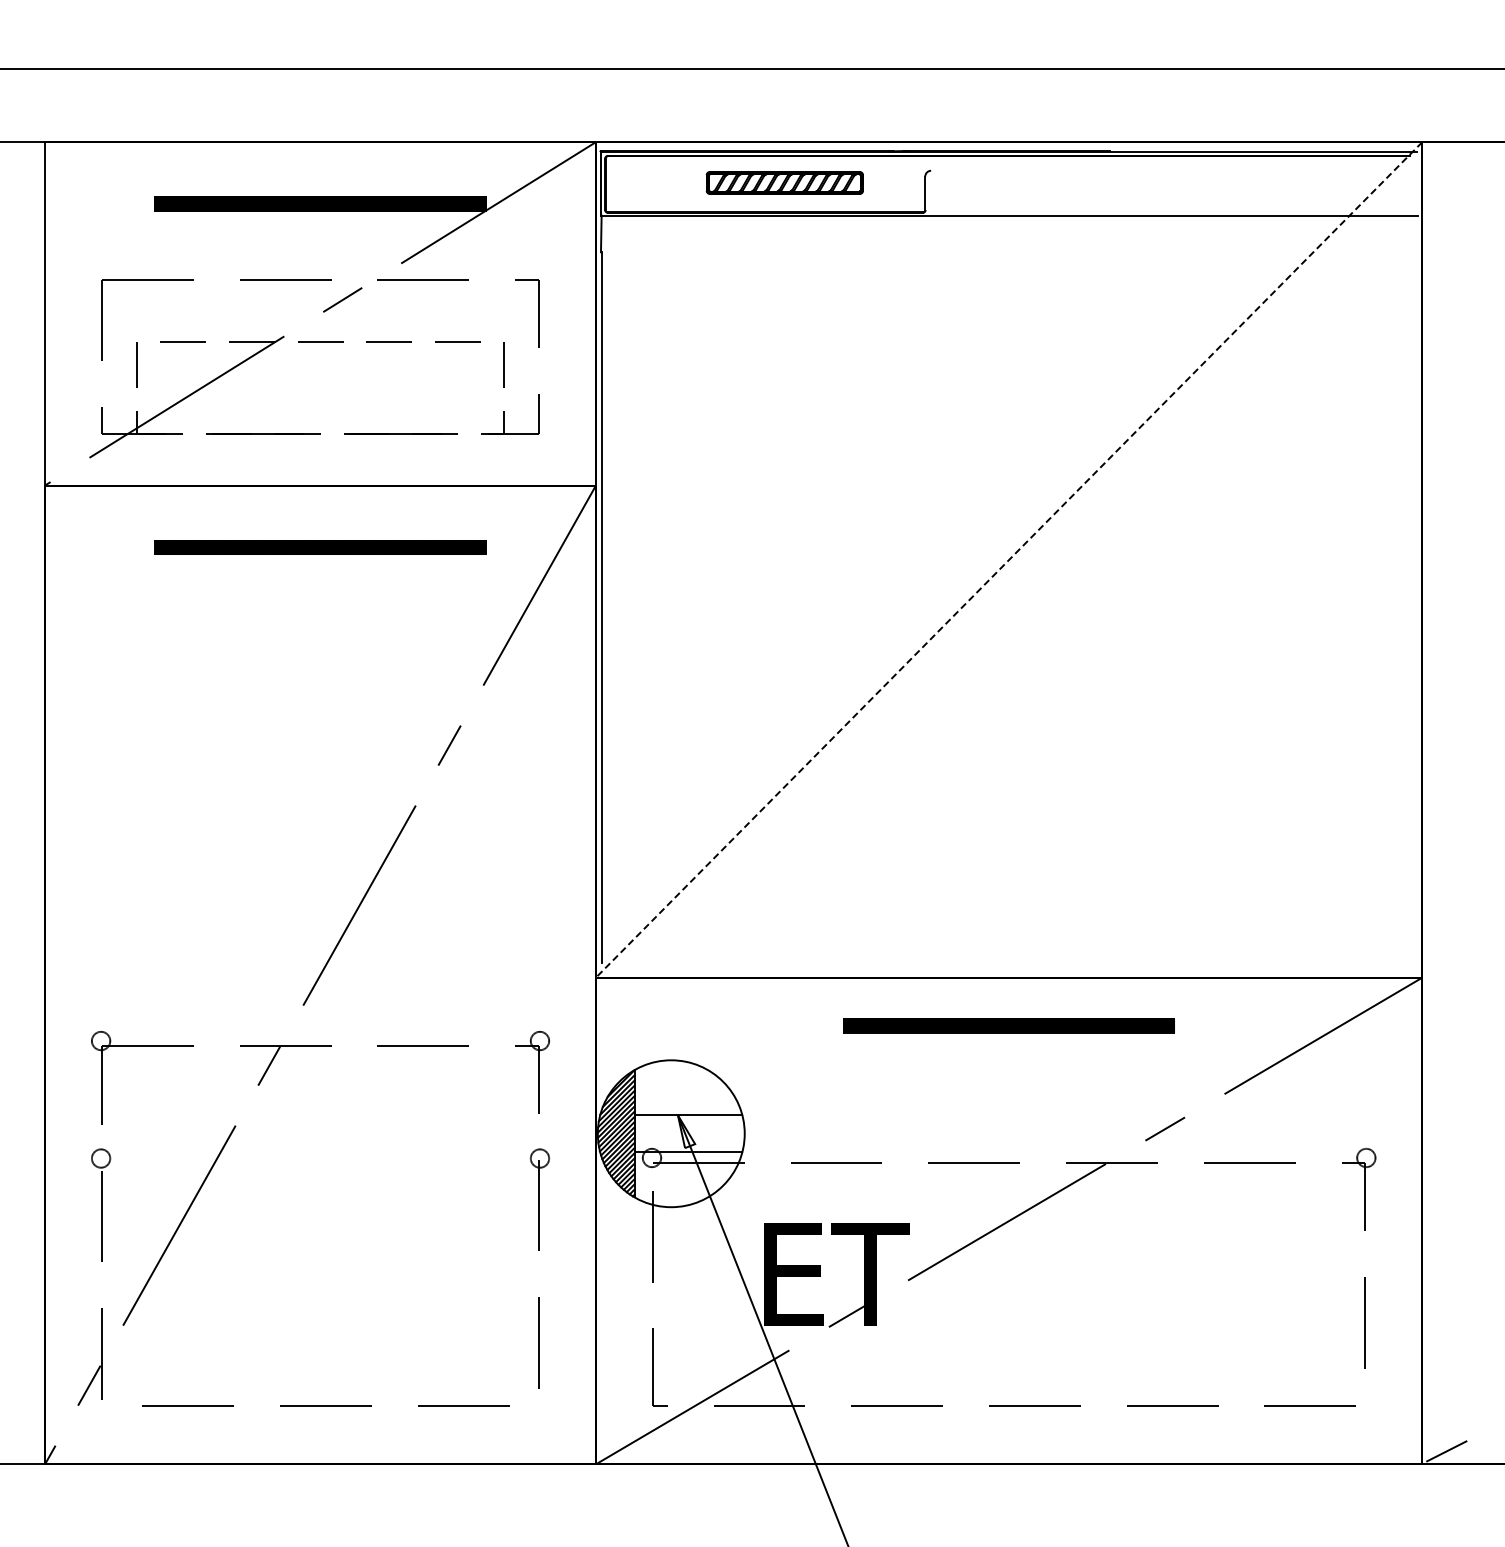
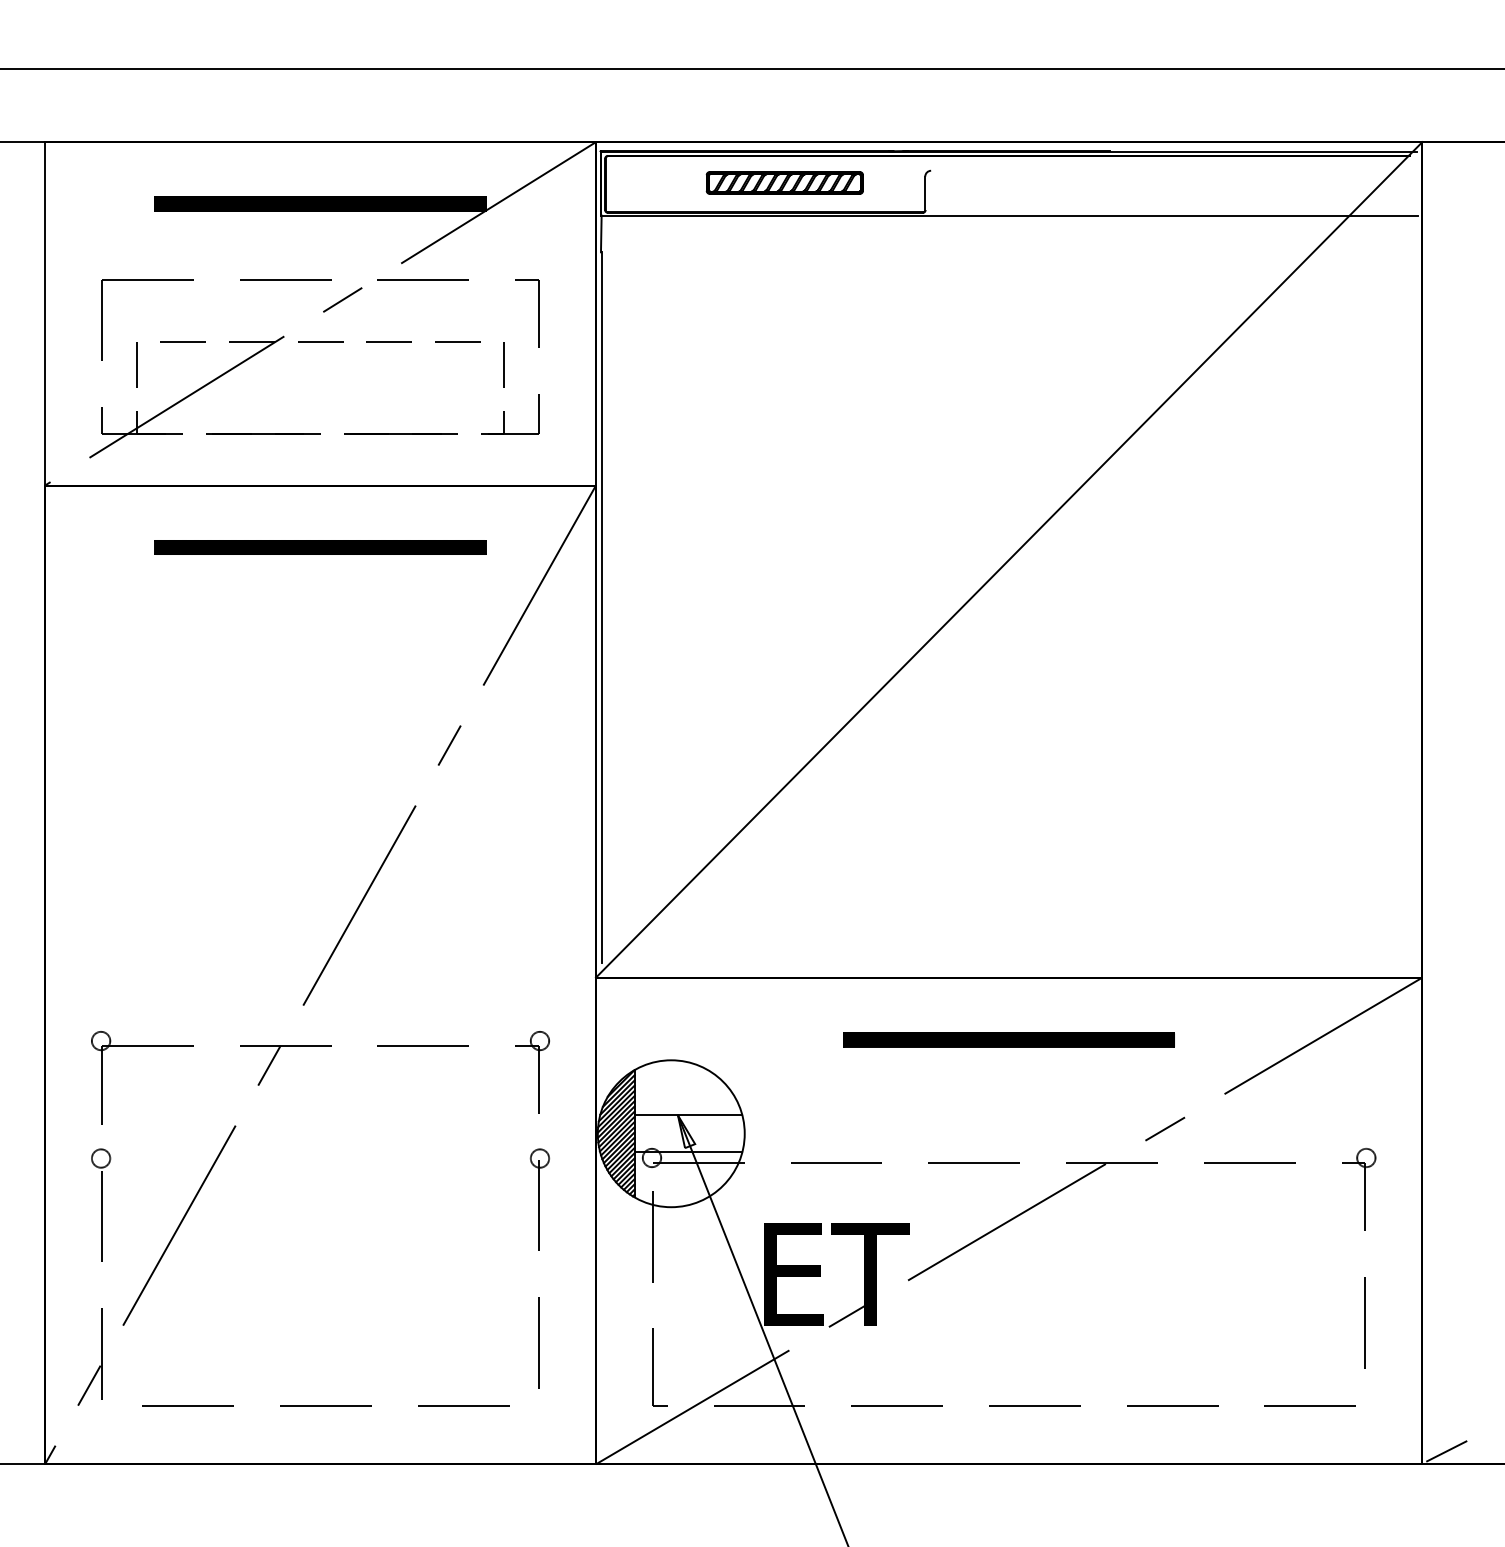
line at (1009, 559): dashed -> solid
part at (1008, 1025) position: (1008, 1025) -> (1008, 1039)
